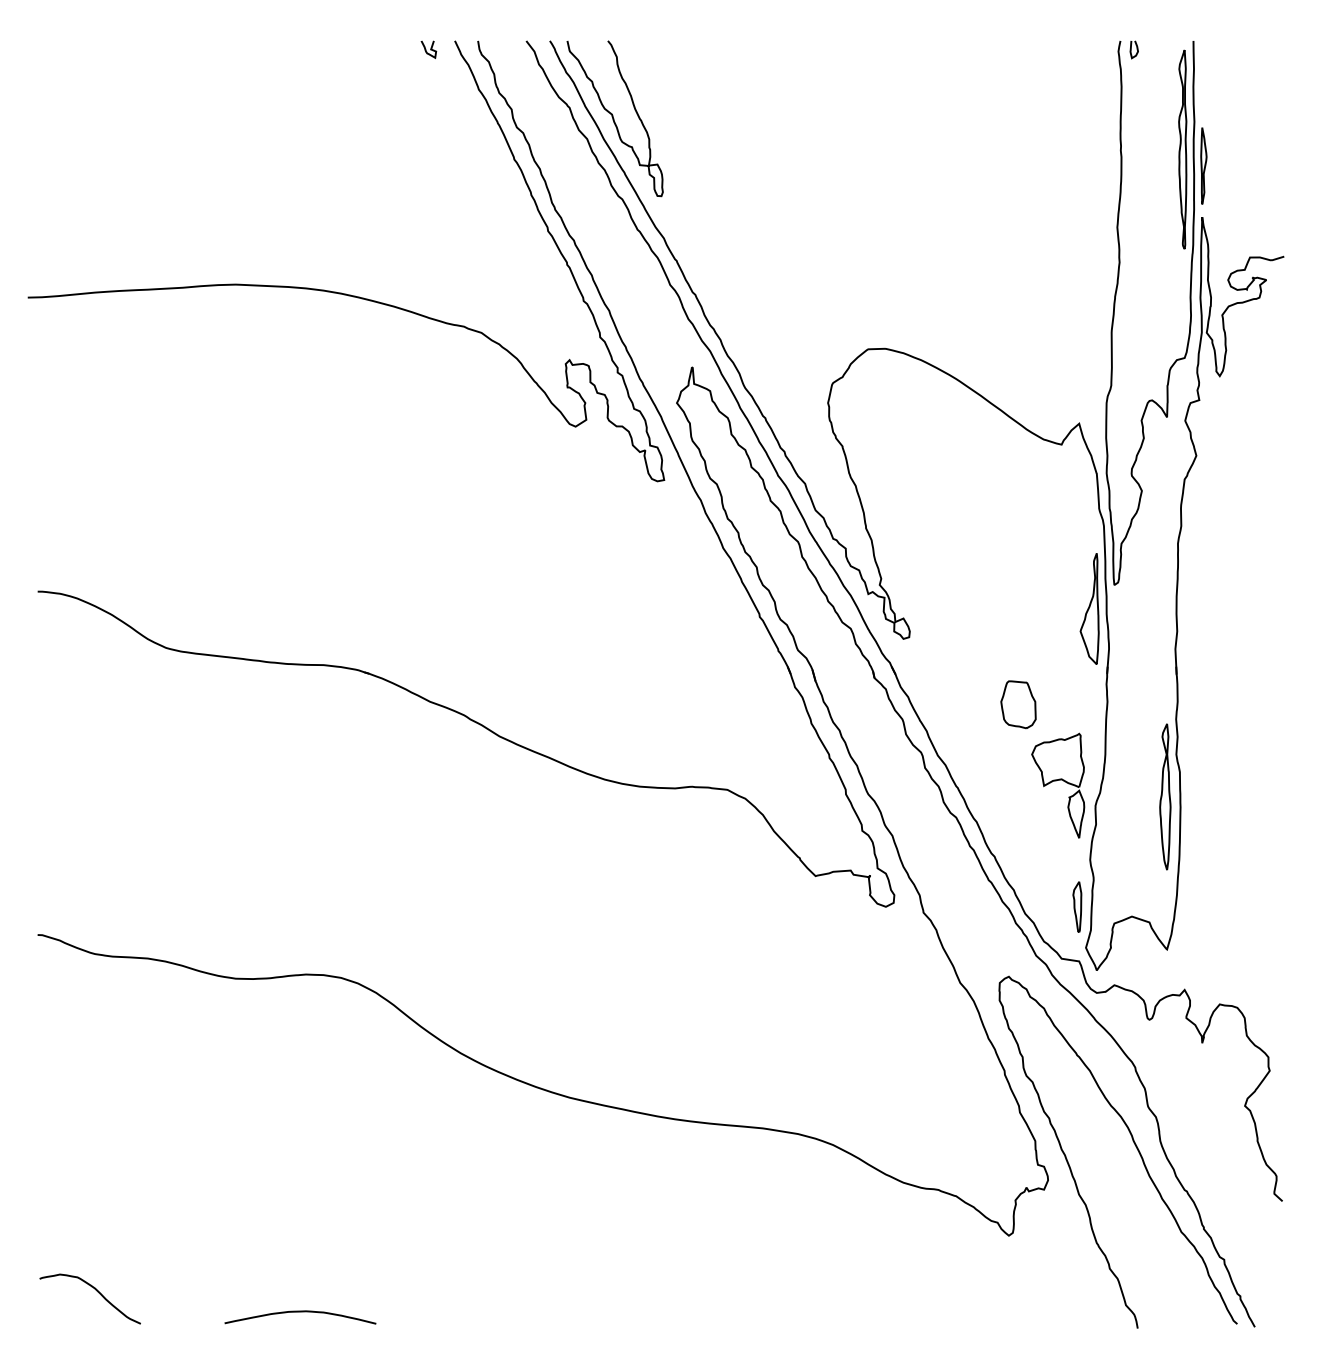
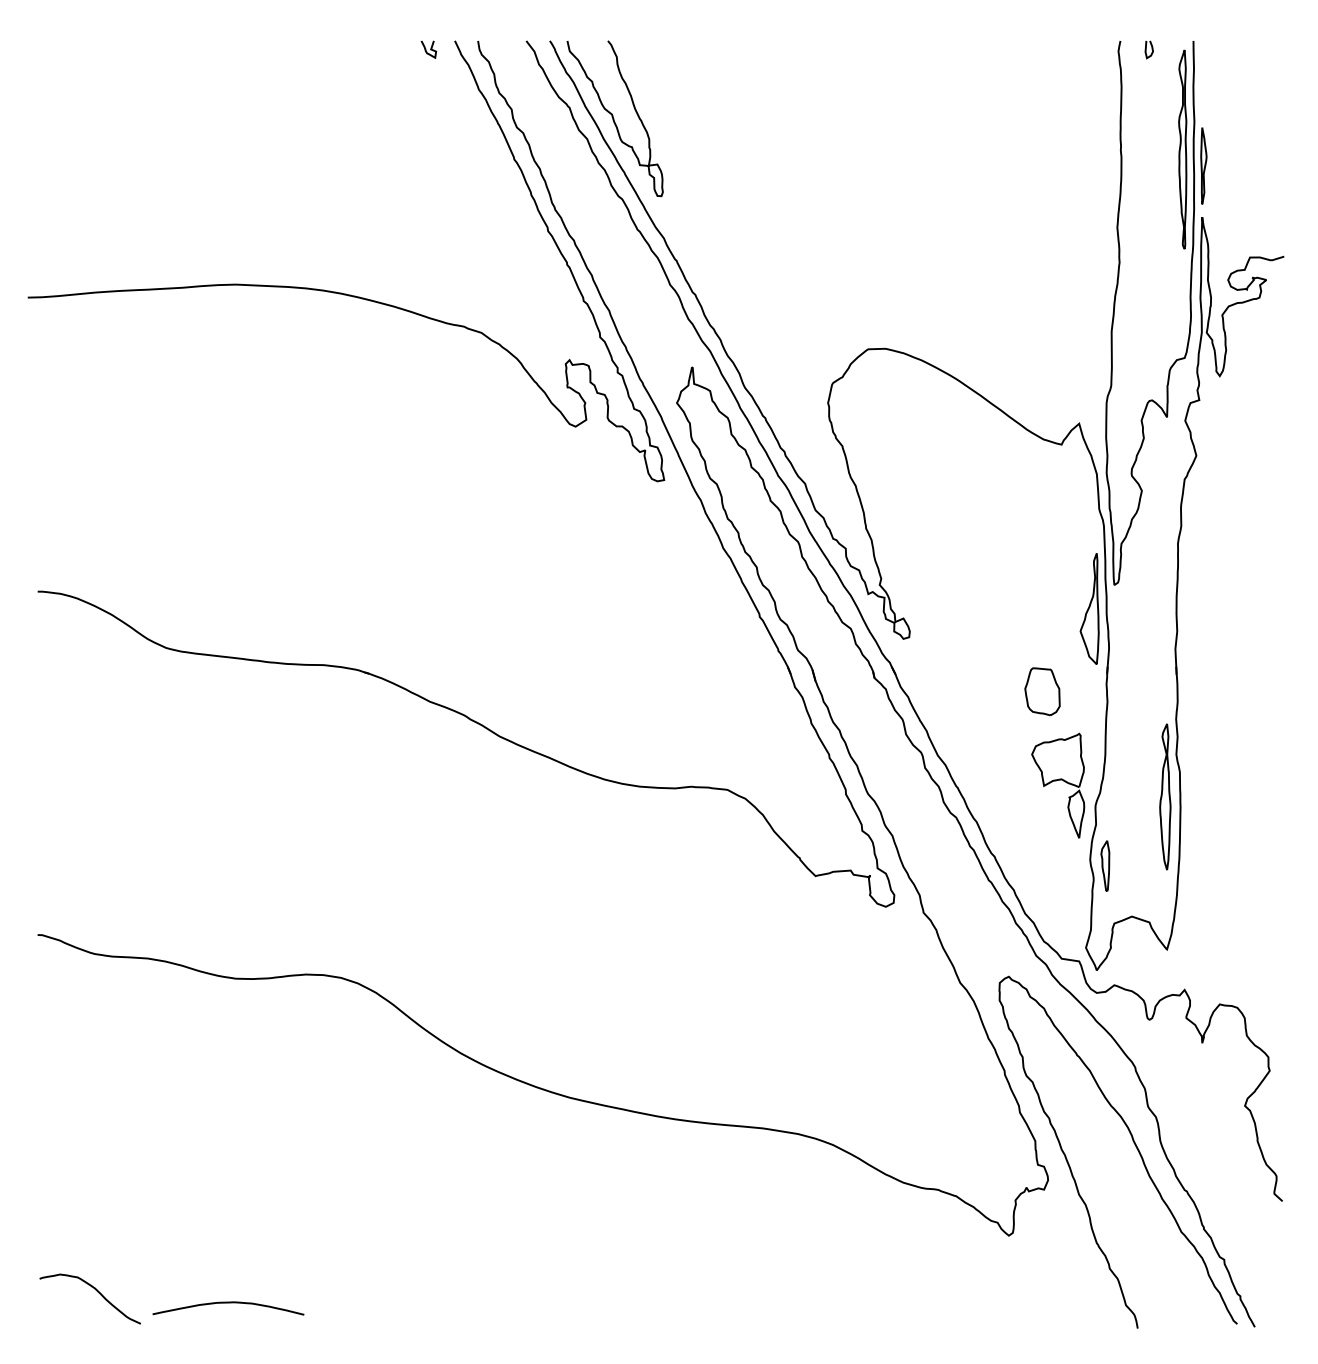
curve at (1131, 49) position: (1131, 49) -> (1146, 49)
part at (1018, 704) position: (1018, 704) -> (1042, 691)
part at (1077, 906) position: (1077, 906) -> (1105, 865)
curve at (300, 1312) position: (300, 1312) -> (228, 1303)
